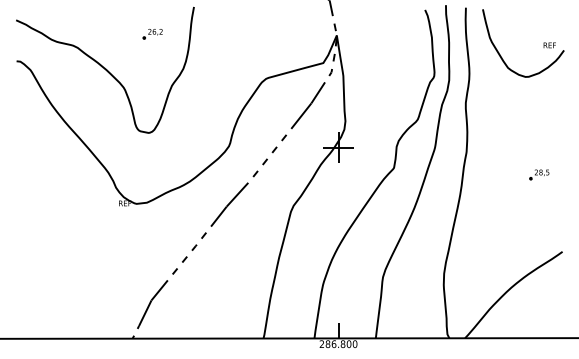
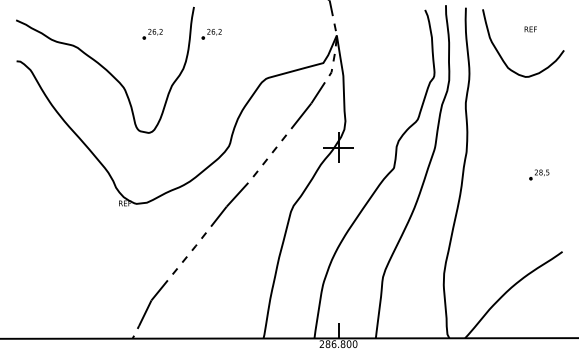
part at (211, 34): none -> present
text at (549, 45) position: (549, 45) -> (530, 29)
